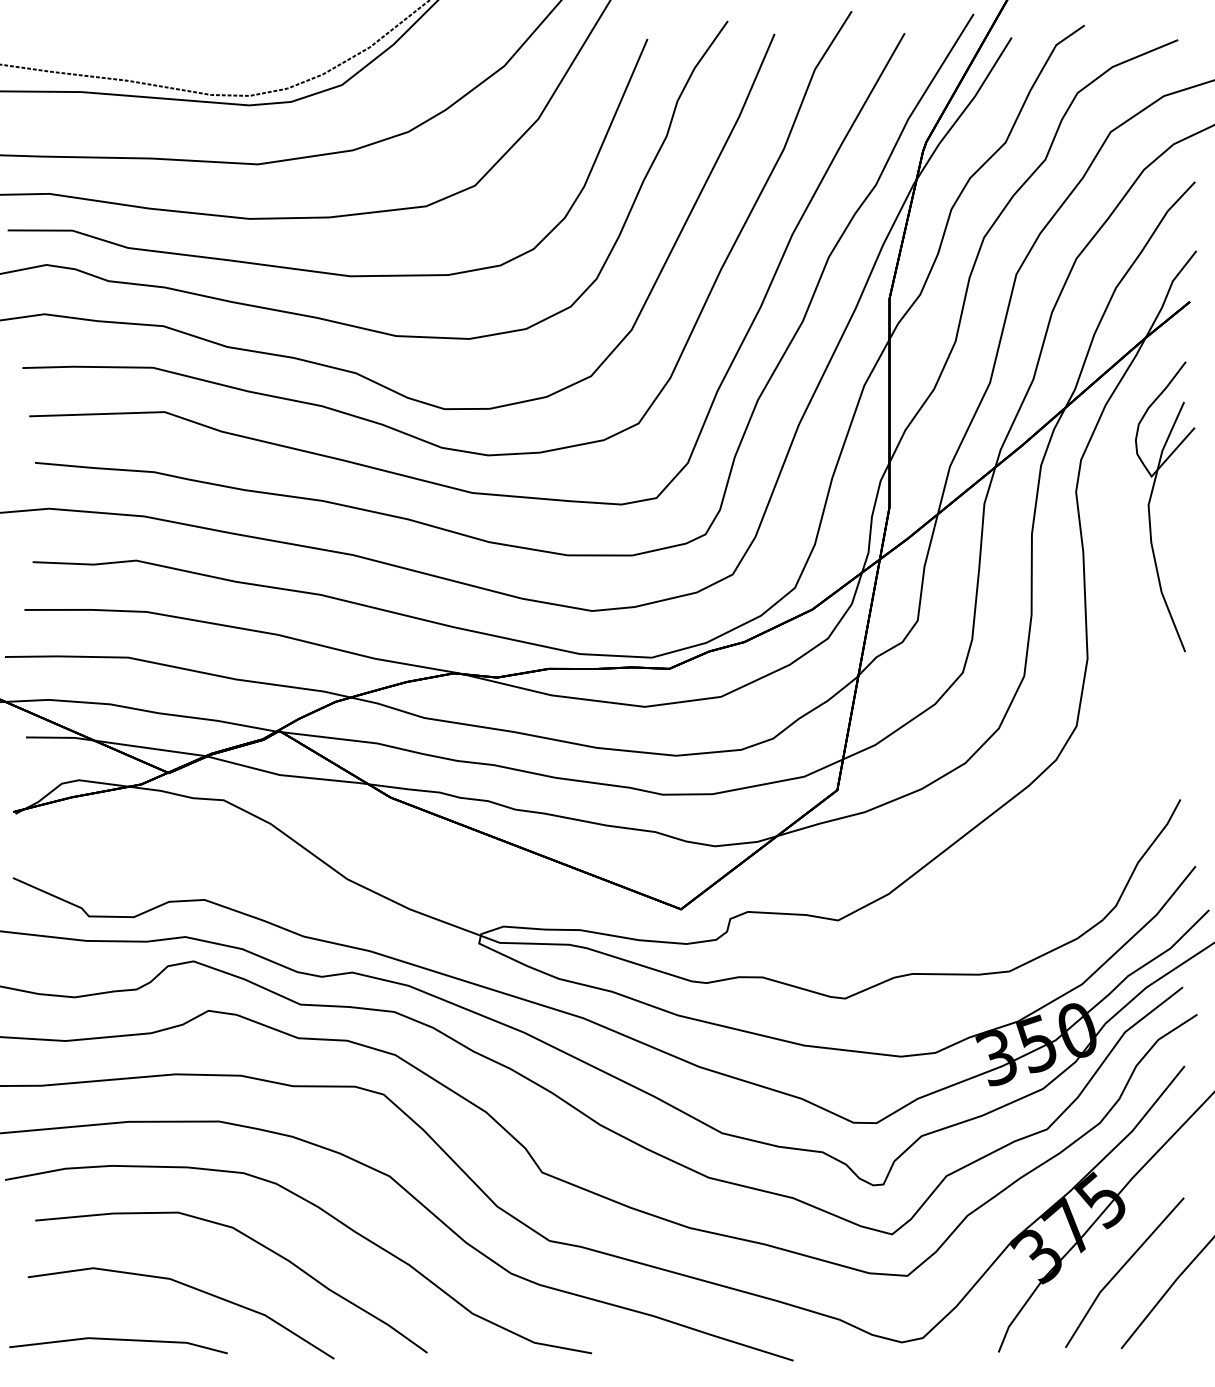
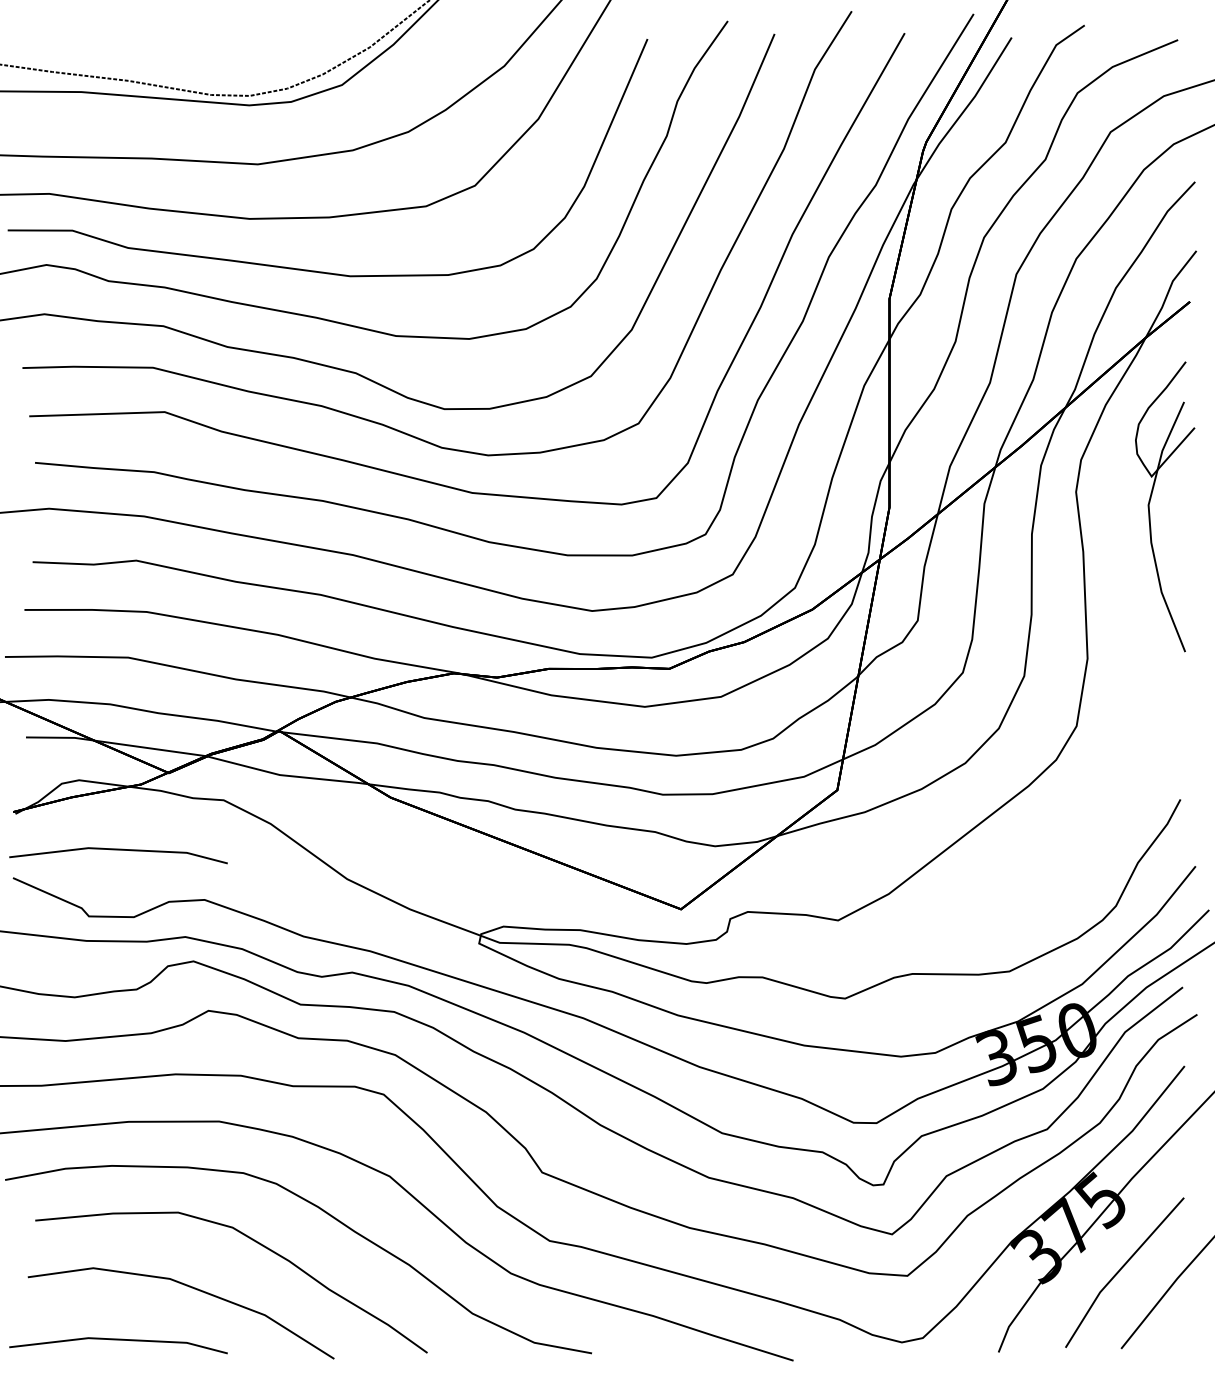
line at (118, 850): none -> present
